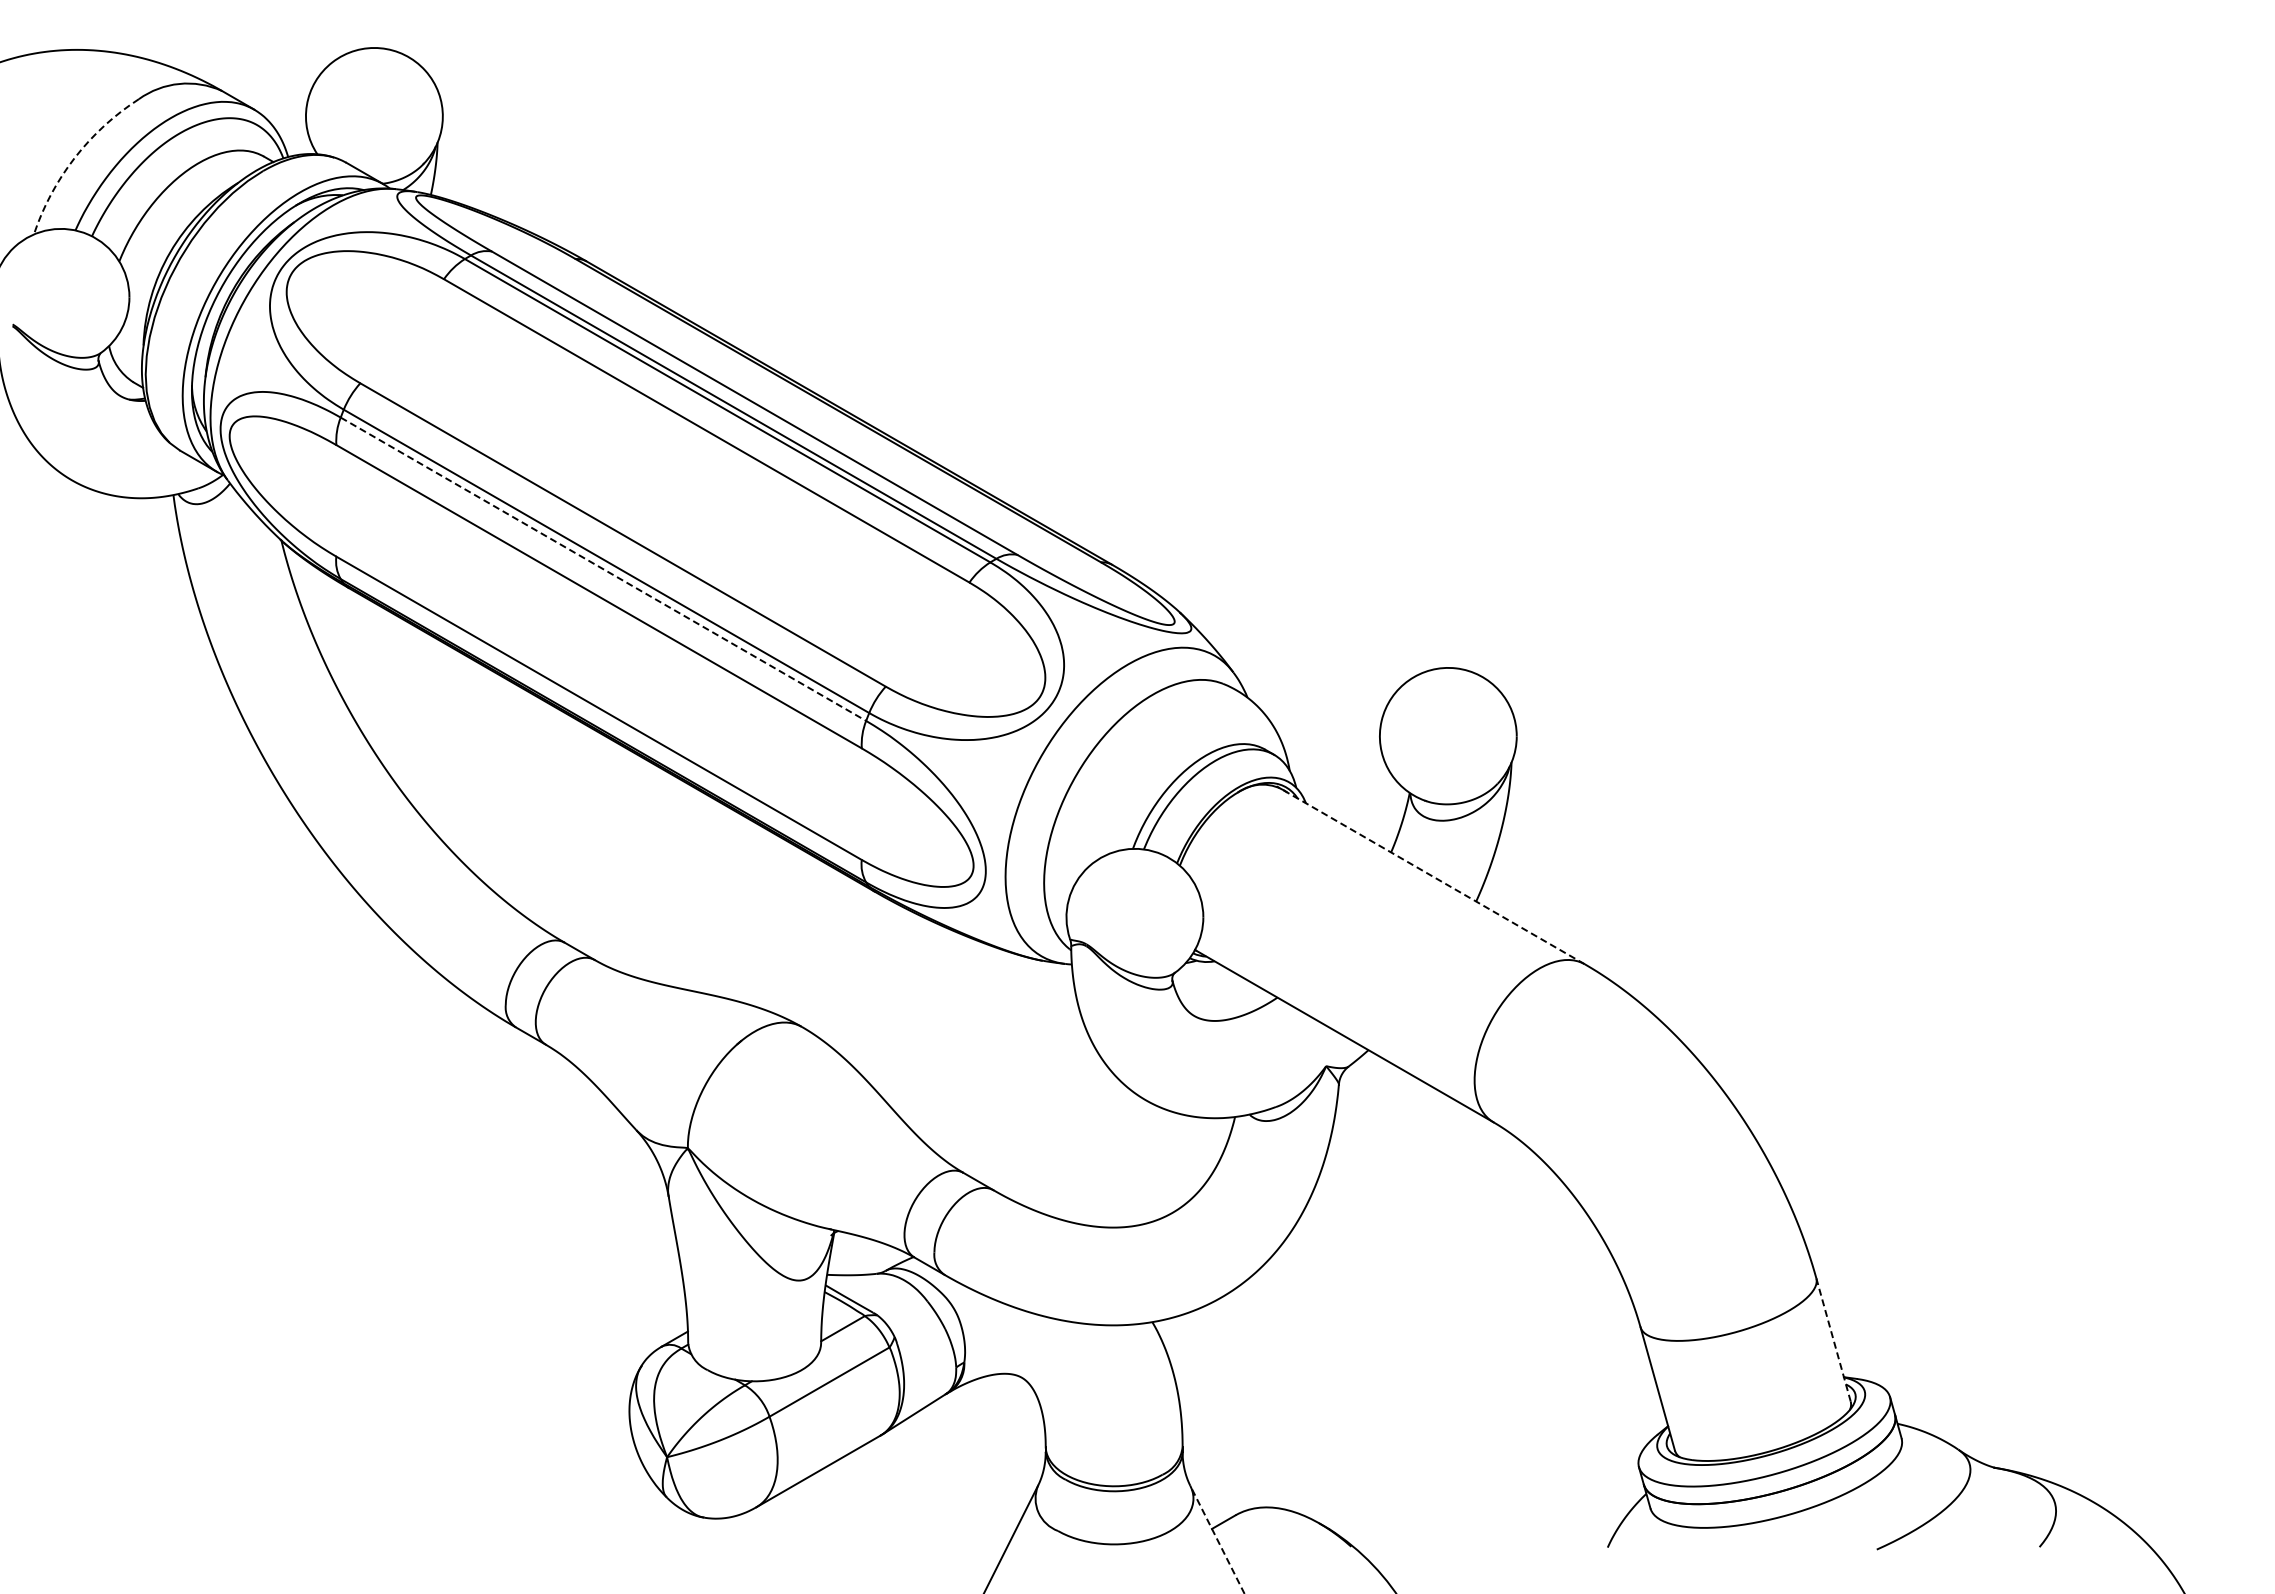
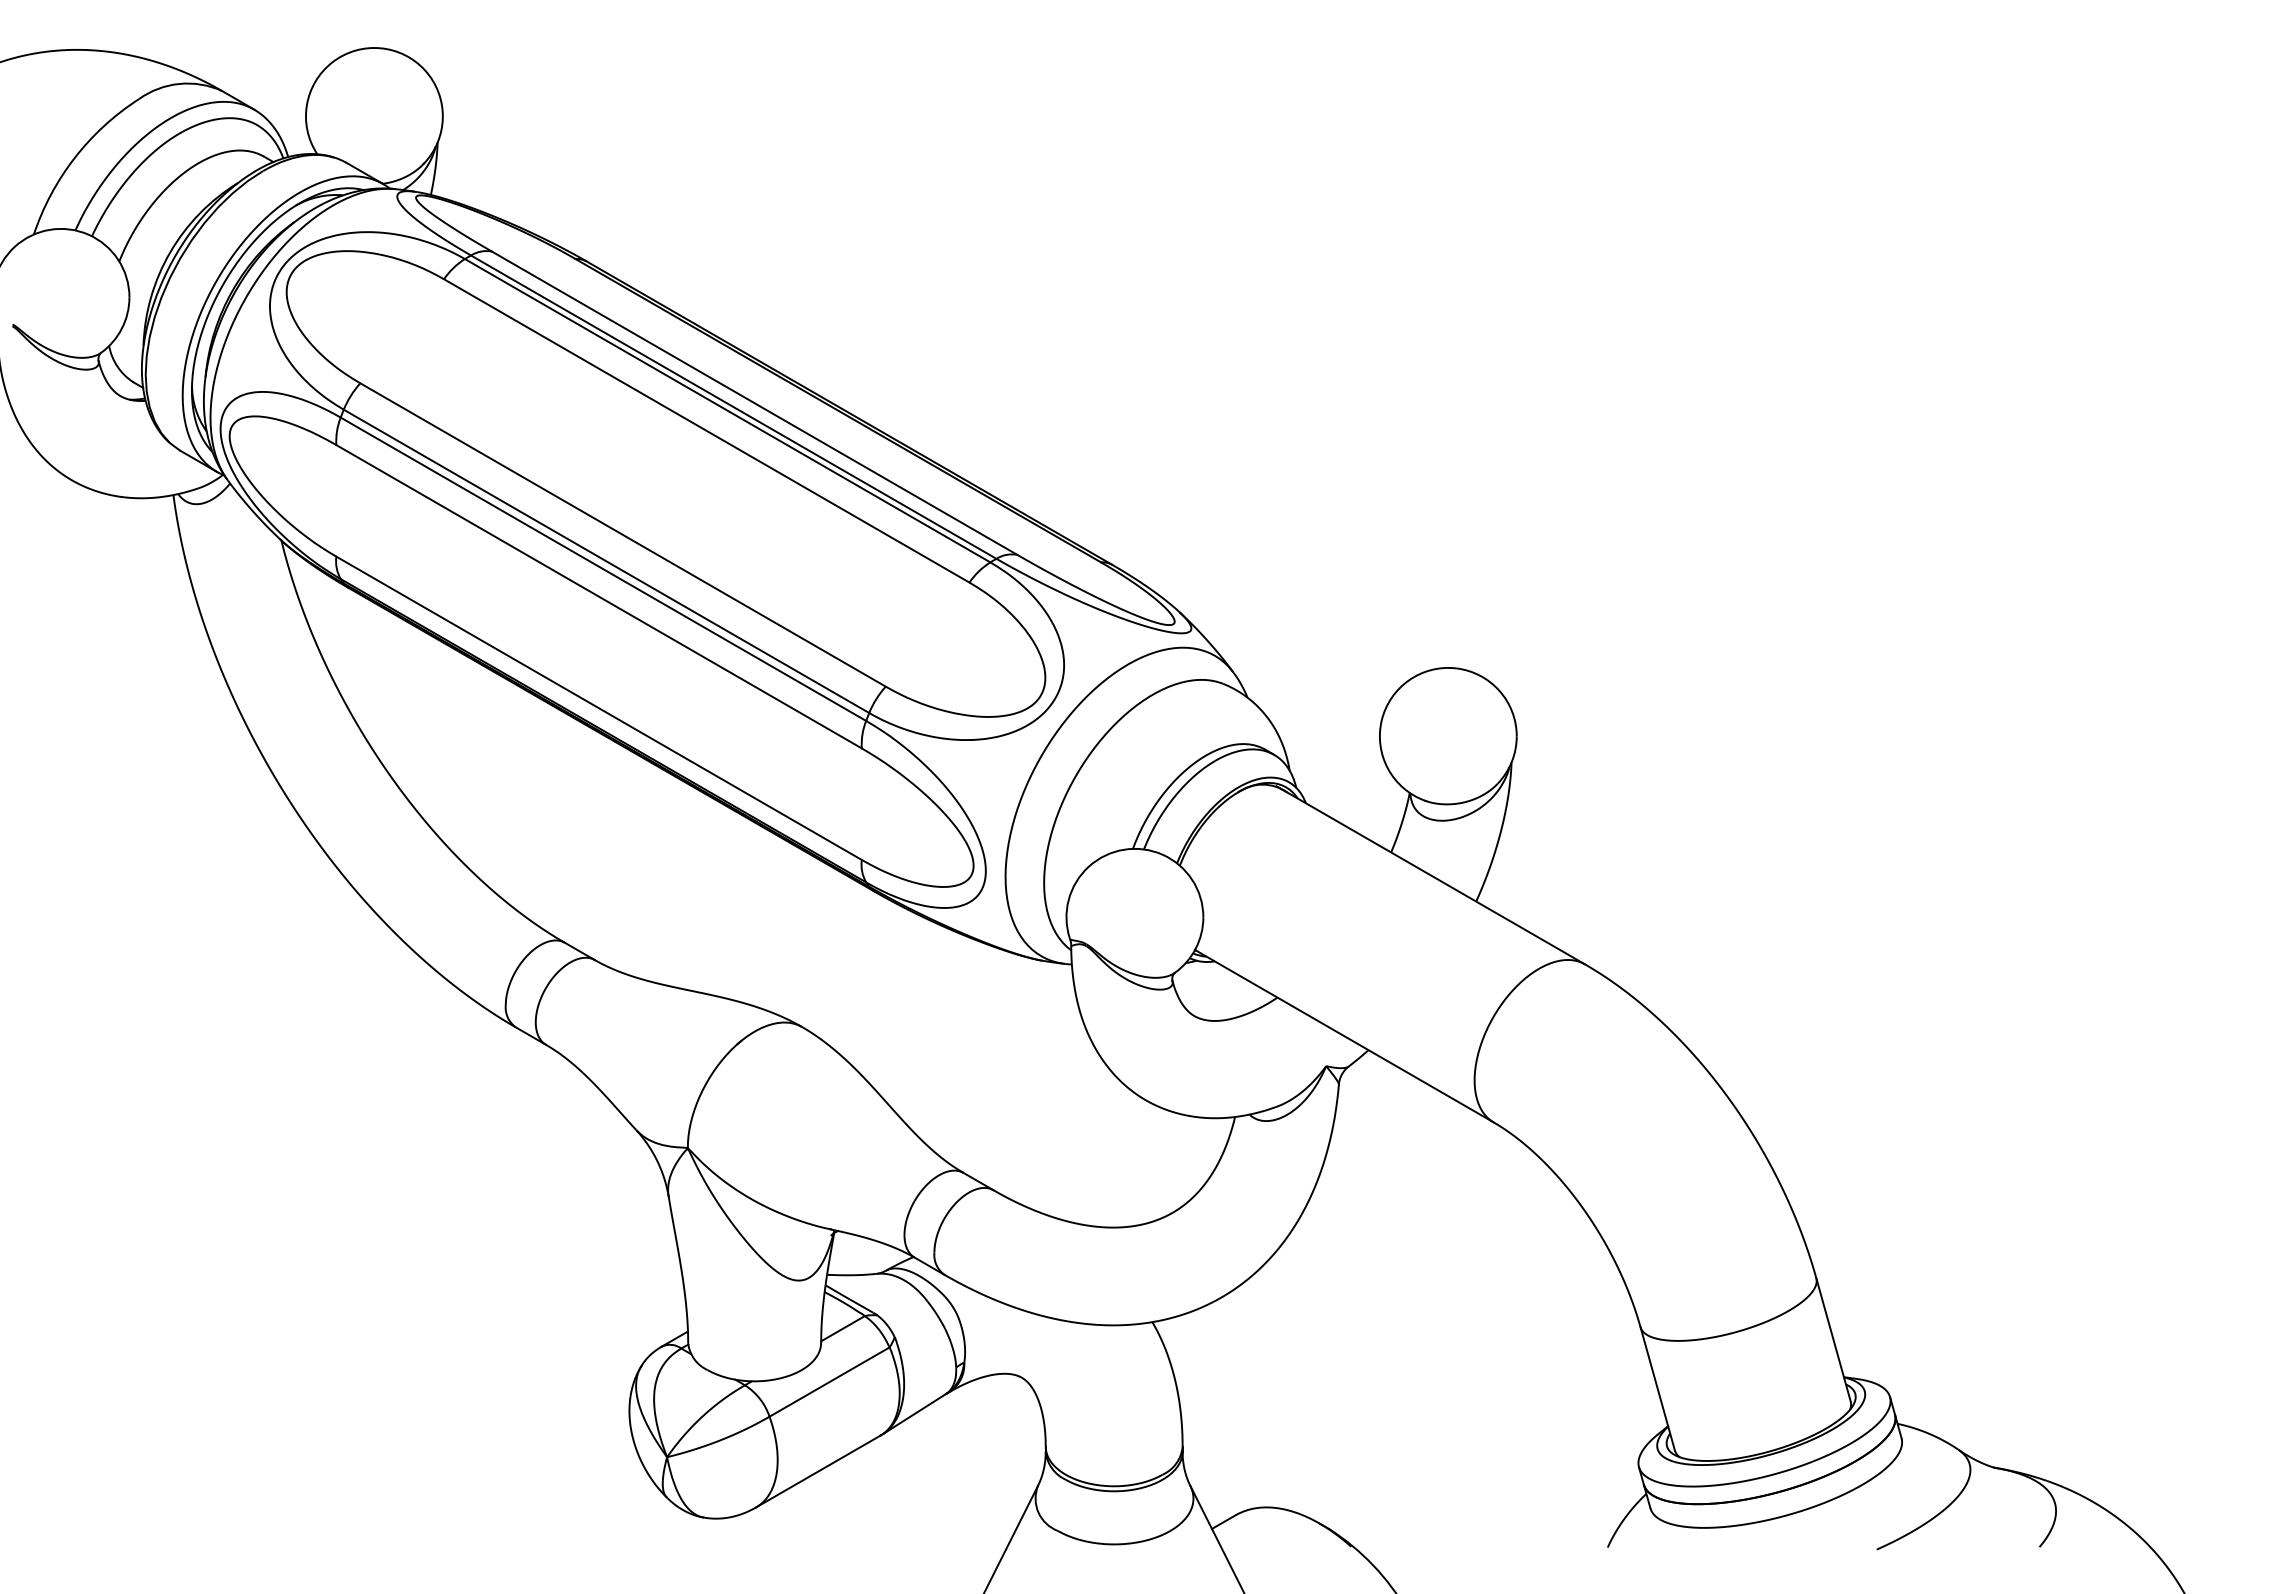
arc at (74, 157): dashed -> solid
line at (603, 569): dashed -> solid
line at (1430, 875): dashed -> solid
line at (1833, 1339): dashed -> solid
line at (1217, 1539): dashed -> solid
